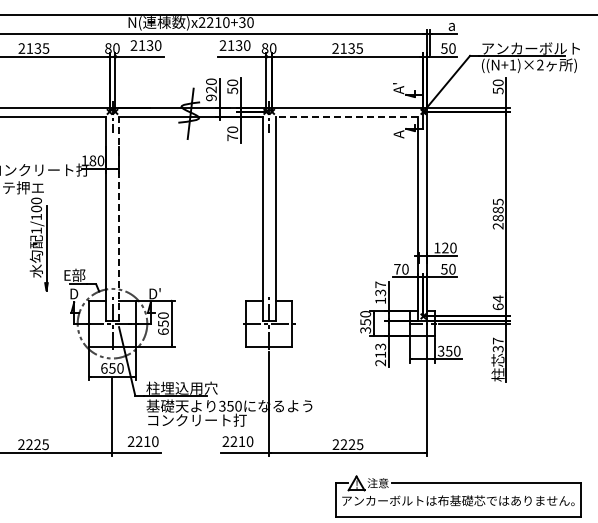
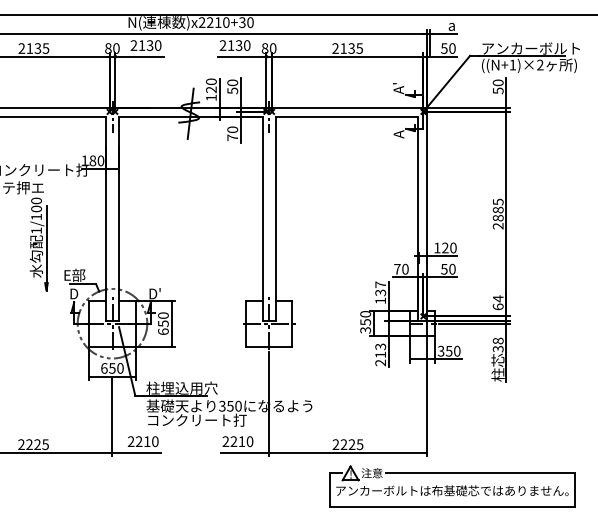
text at (211, 97): 920 -> 120
line at (346, 116): dashed -> solid
line at (118, 218): dashed -> solid
text at (497, 340): 37 -> 38
part at (458, 496) position: (458, 496) -> (452, 486)
